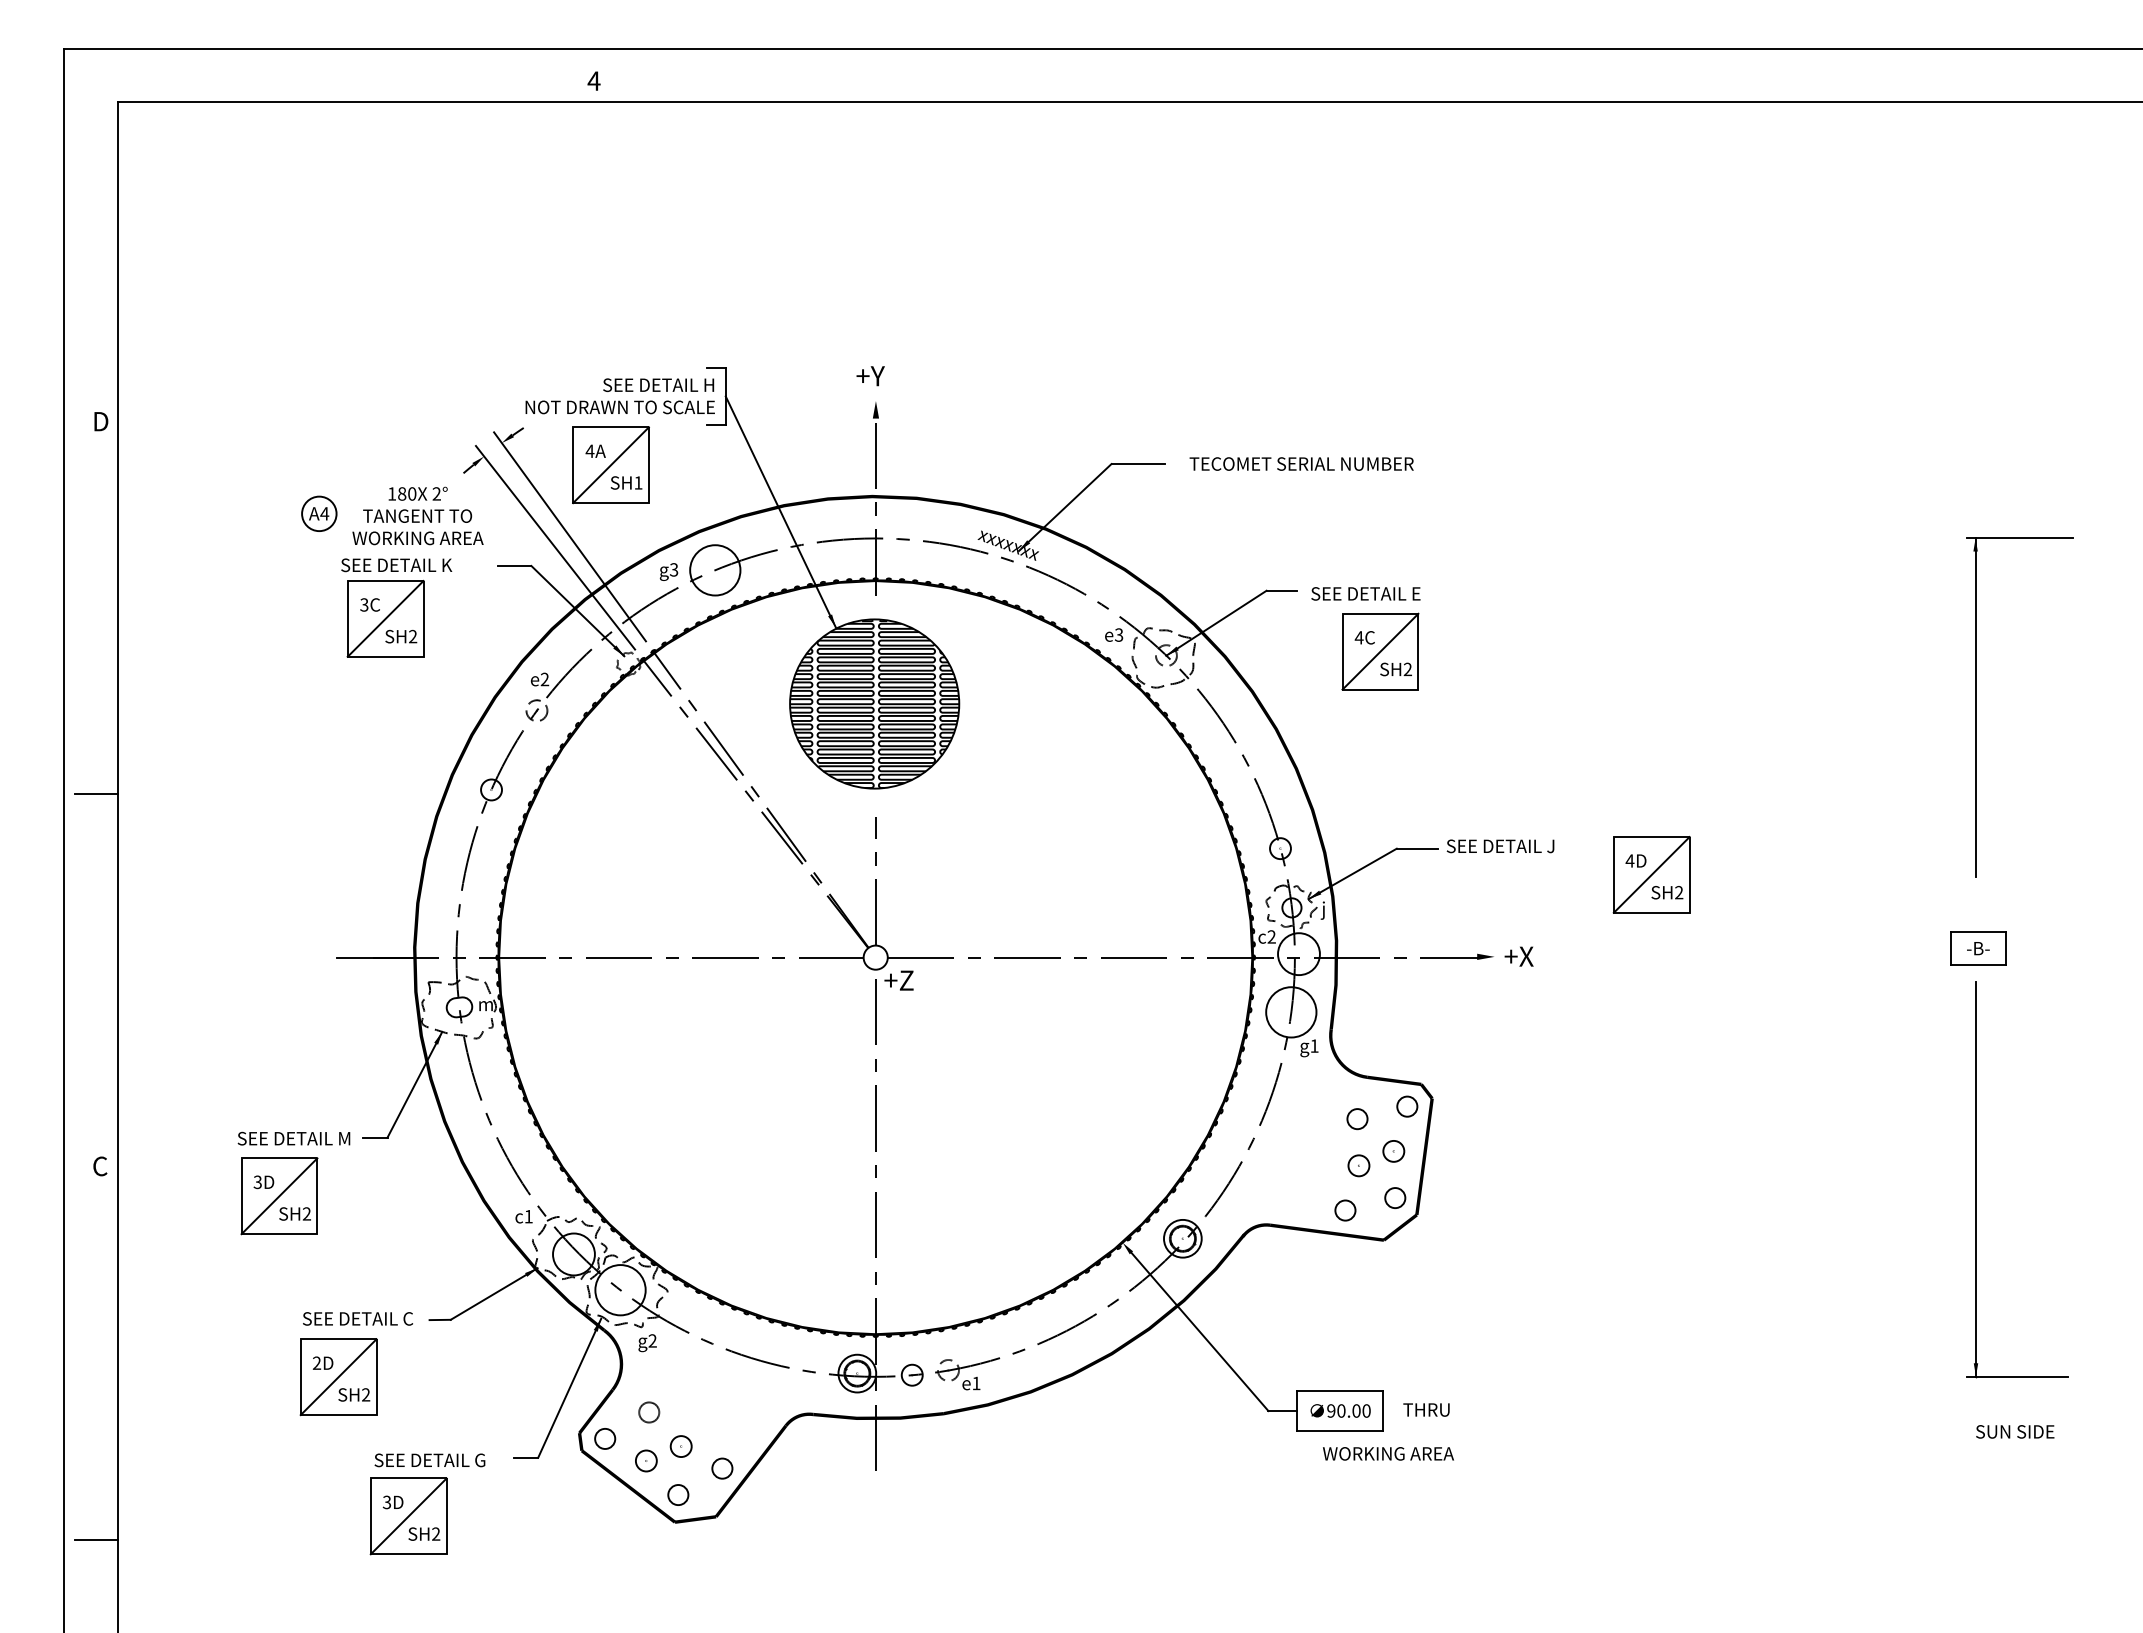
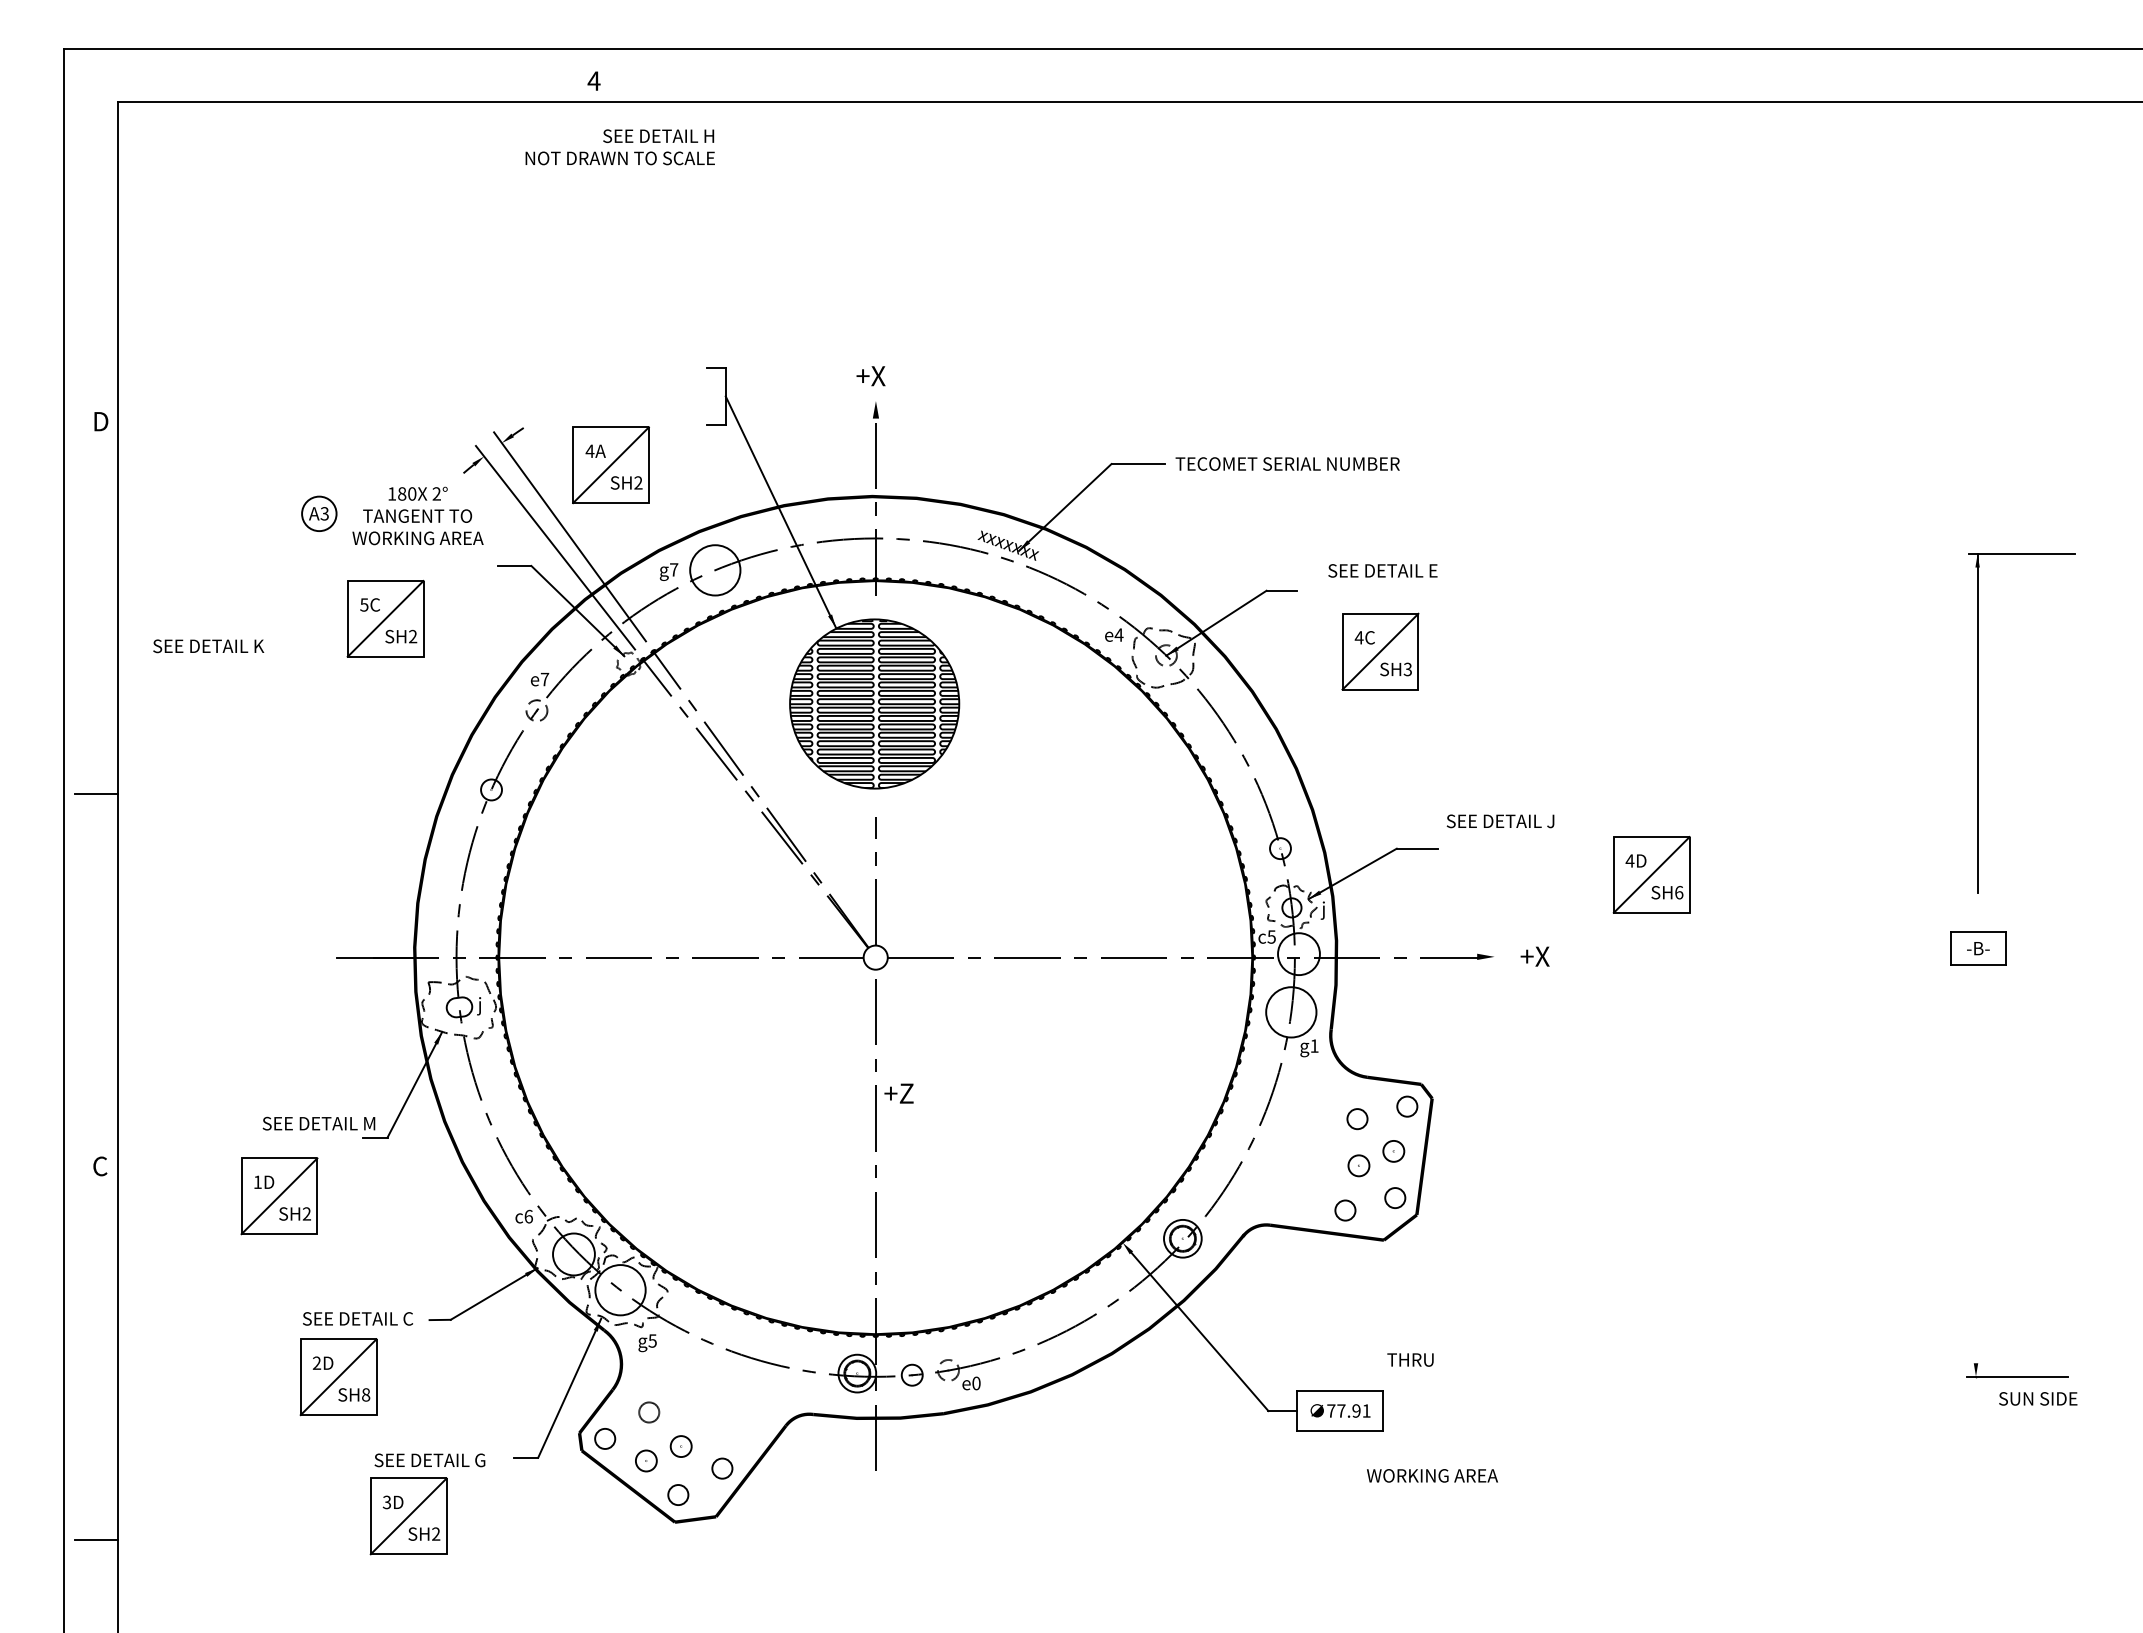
text at (877, 376): +Y -> +X
text at (619, 396) position: (619, 396) -> (619, 147)
text at (1301, 463) position: (1301, 463) -> (1287, 463)
text at (638, 482): SH1 -> SH2
text at (324, 513): A4 -> A3
text at (396, 565) position: (396, 565) -> (208, 646)
text at (674, 569): g3 -> g7
text at (1365, 593) position: (1365, 593) -> (1382, 570)
text at (364, 604): 3C -> 5C
text at (1118, 634): e3 -> e4
text at (1407, 669): SH2 -> SH3
text at (544, 679): e2 -> e7
part at (1976, 707) position: (1976, 707) -> (1978, 723)
text at (1500, 846) position: (1500, 846) -> (1500, 821)
text at (1679, 892): SH2 -> SH6
text at (1271, 936): c2 -> c5
text at (1518, 956) position: (1518, 956) -> (1534, 956)
text at (898, 980) position: (898, 980) -> (898, 1093)
text at (484, 1006): m -> j
text at (293, 1138) position: (293, 1138) -> (318, 1123)
line at (1975, 1179): present -> none
text at (257, 1182): 3D -> 1D
text at (528, 1216): c1 -> c6
text at (652, 1340): g2 -> g5
text at (976, 1383): e1 -> e0
text at (366, 1394): SH2 -> SH8
text at (1426, 1409) position: (1426, 1409) -> (1410, 1359)
text at (1348, 1410): 90.00 -> 77.91
text at (2015, 1431) position: (2015, 1431) -> (2038, 1398)
text at (1388, 1453) position: (1388, 1453) -> (1432, 1475)
